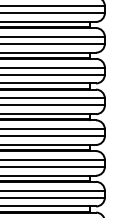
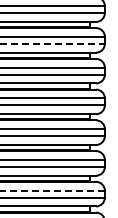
line at (53, 43): solid -> dashed
line at (52, 190): solid -> dashed
